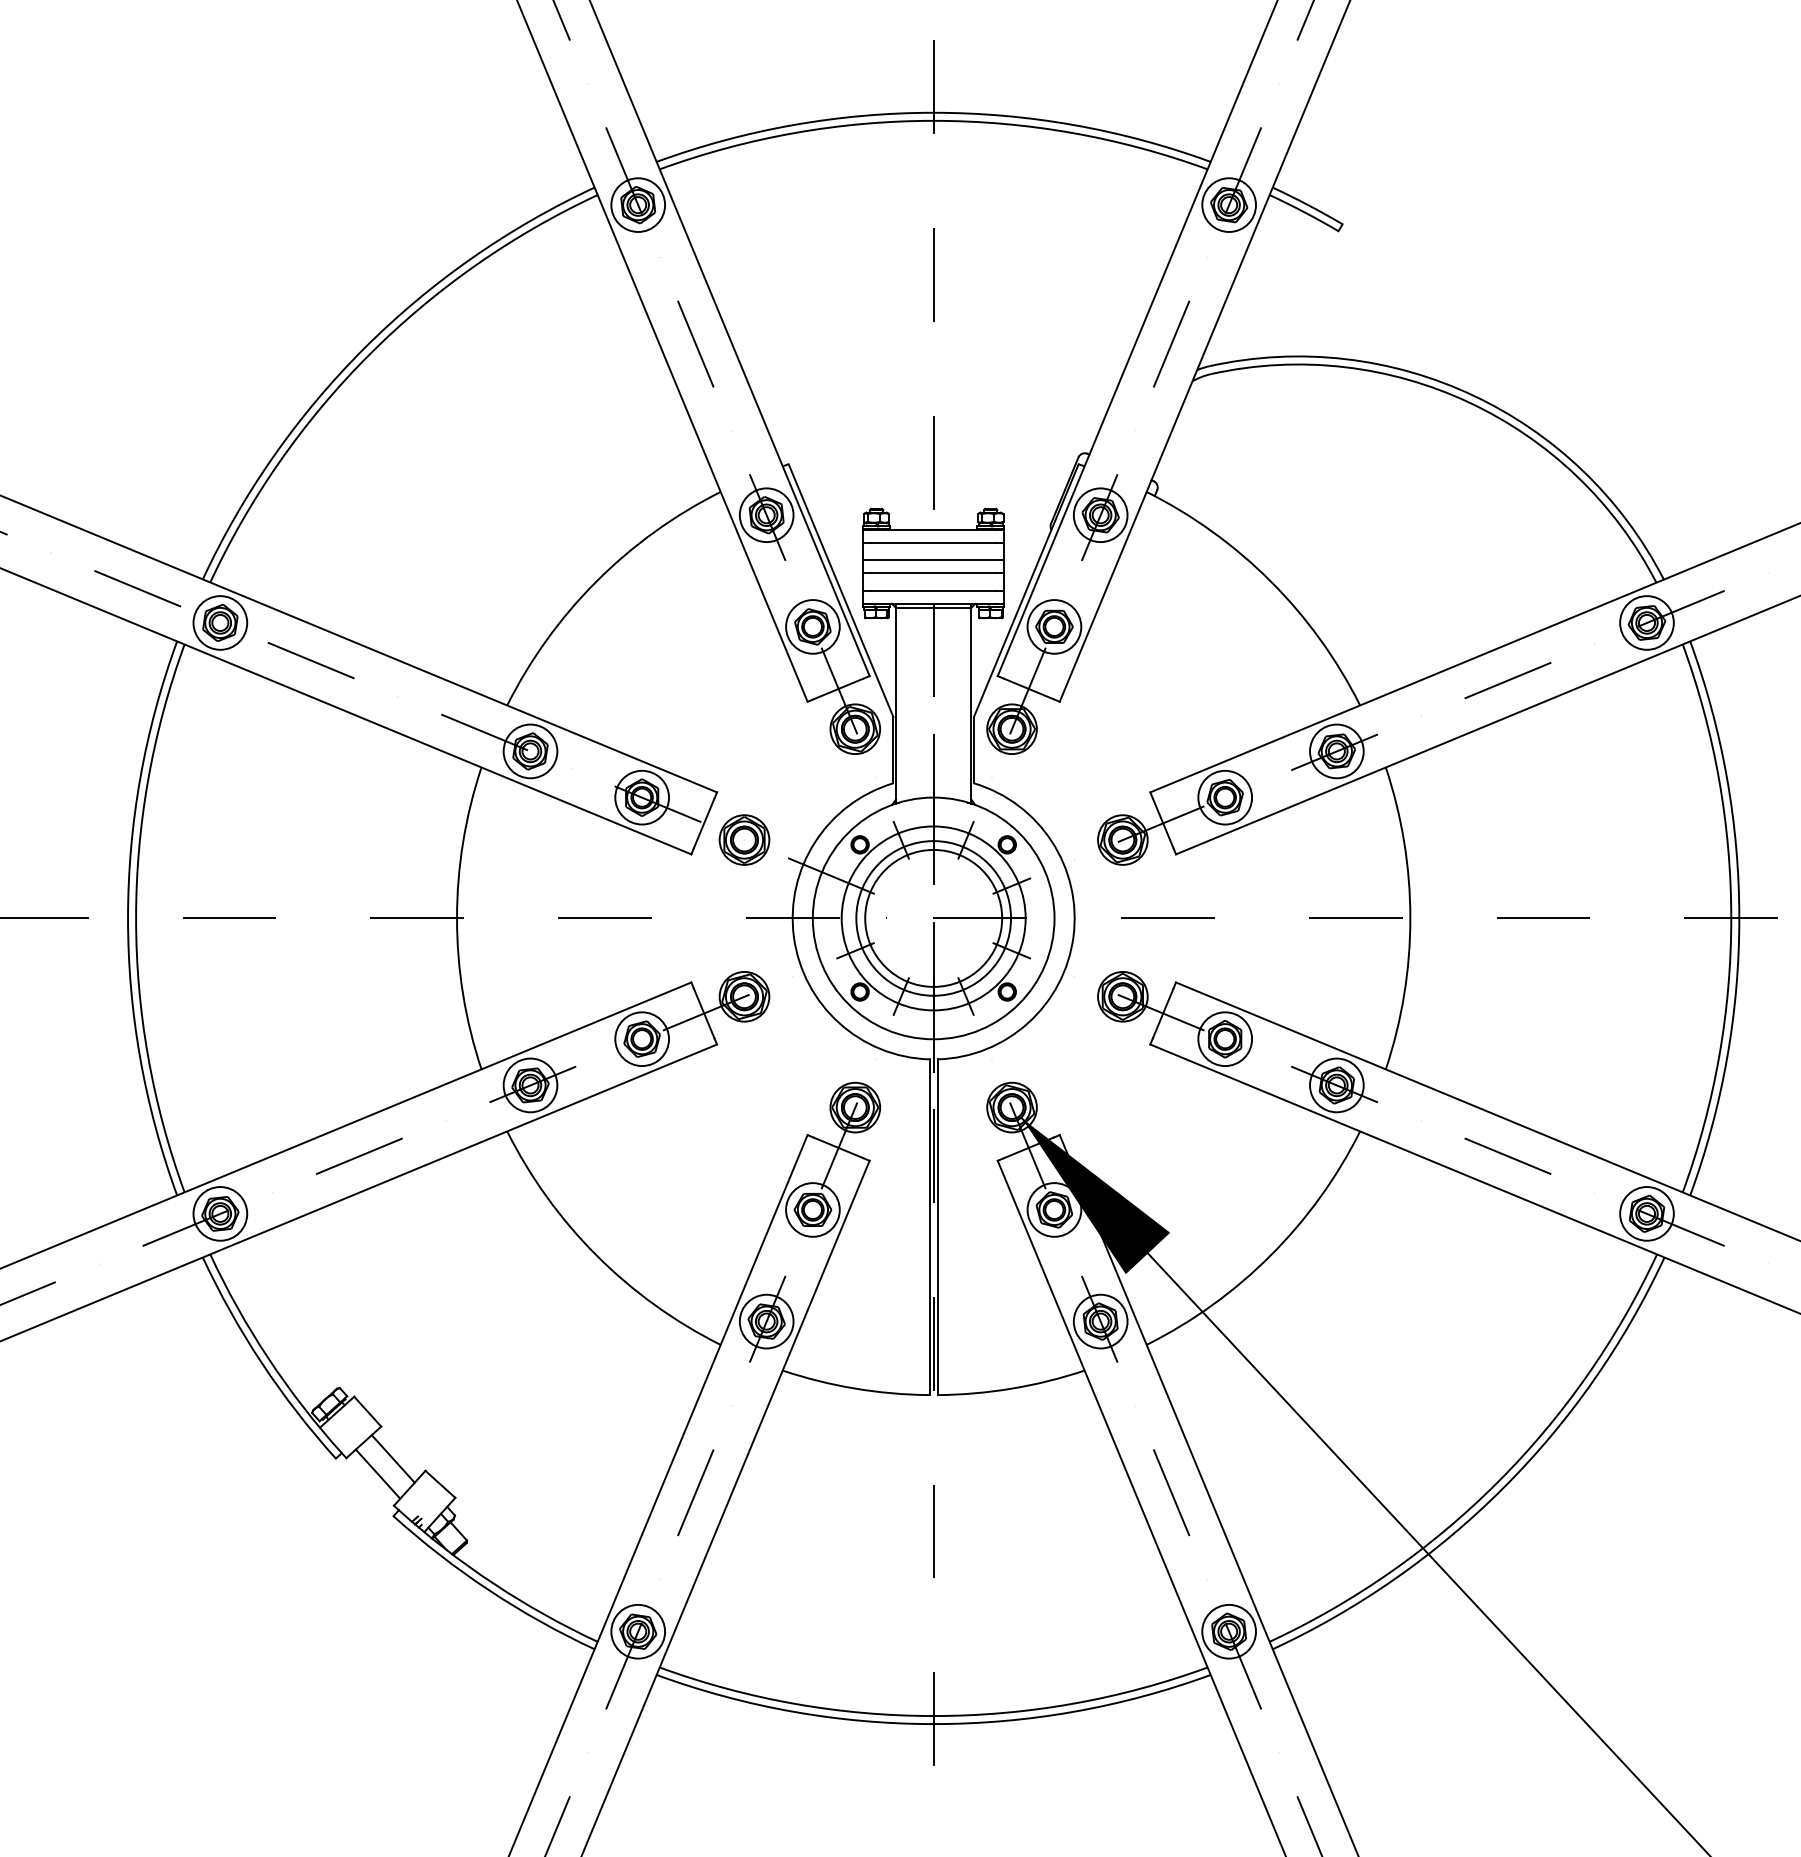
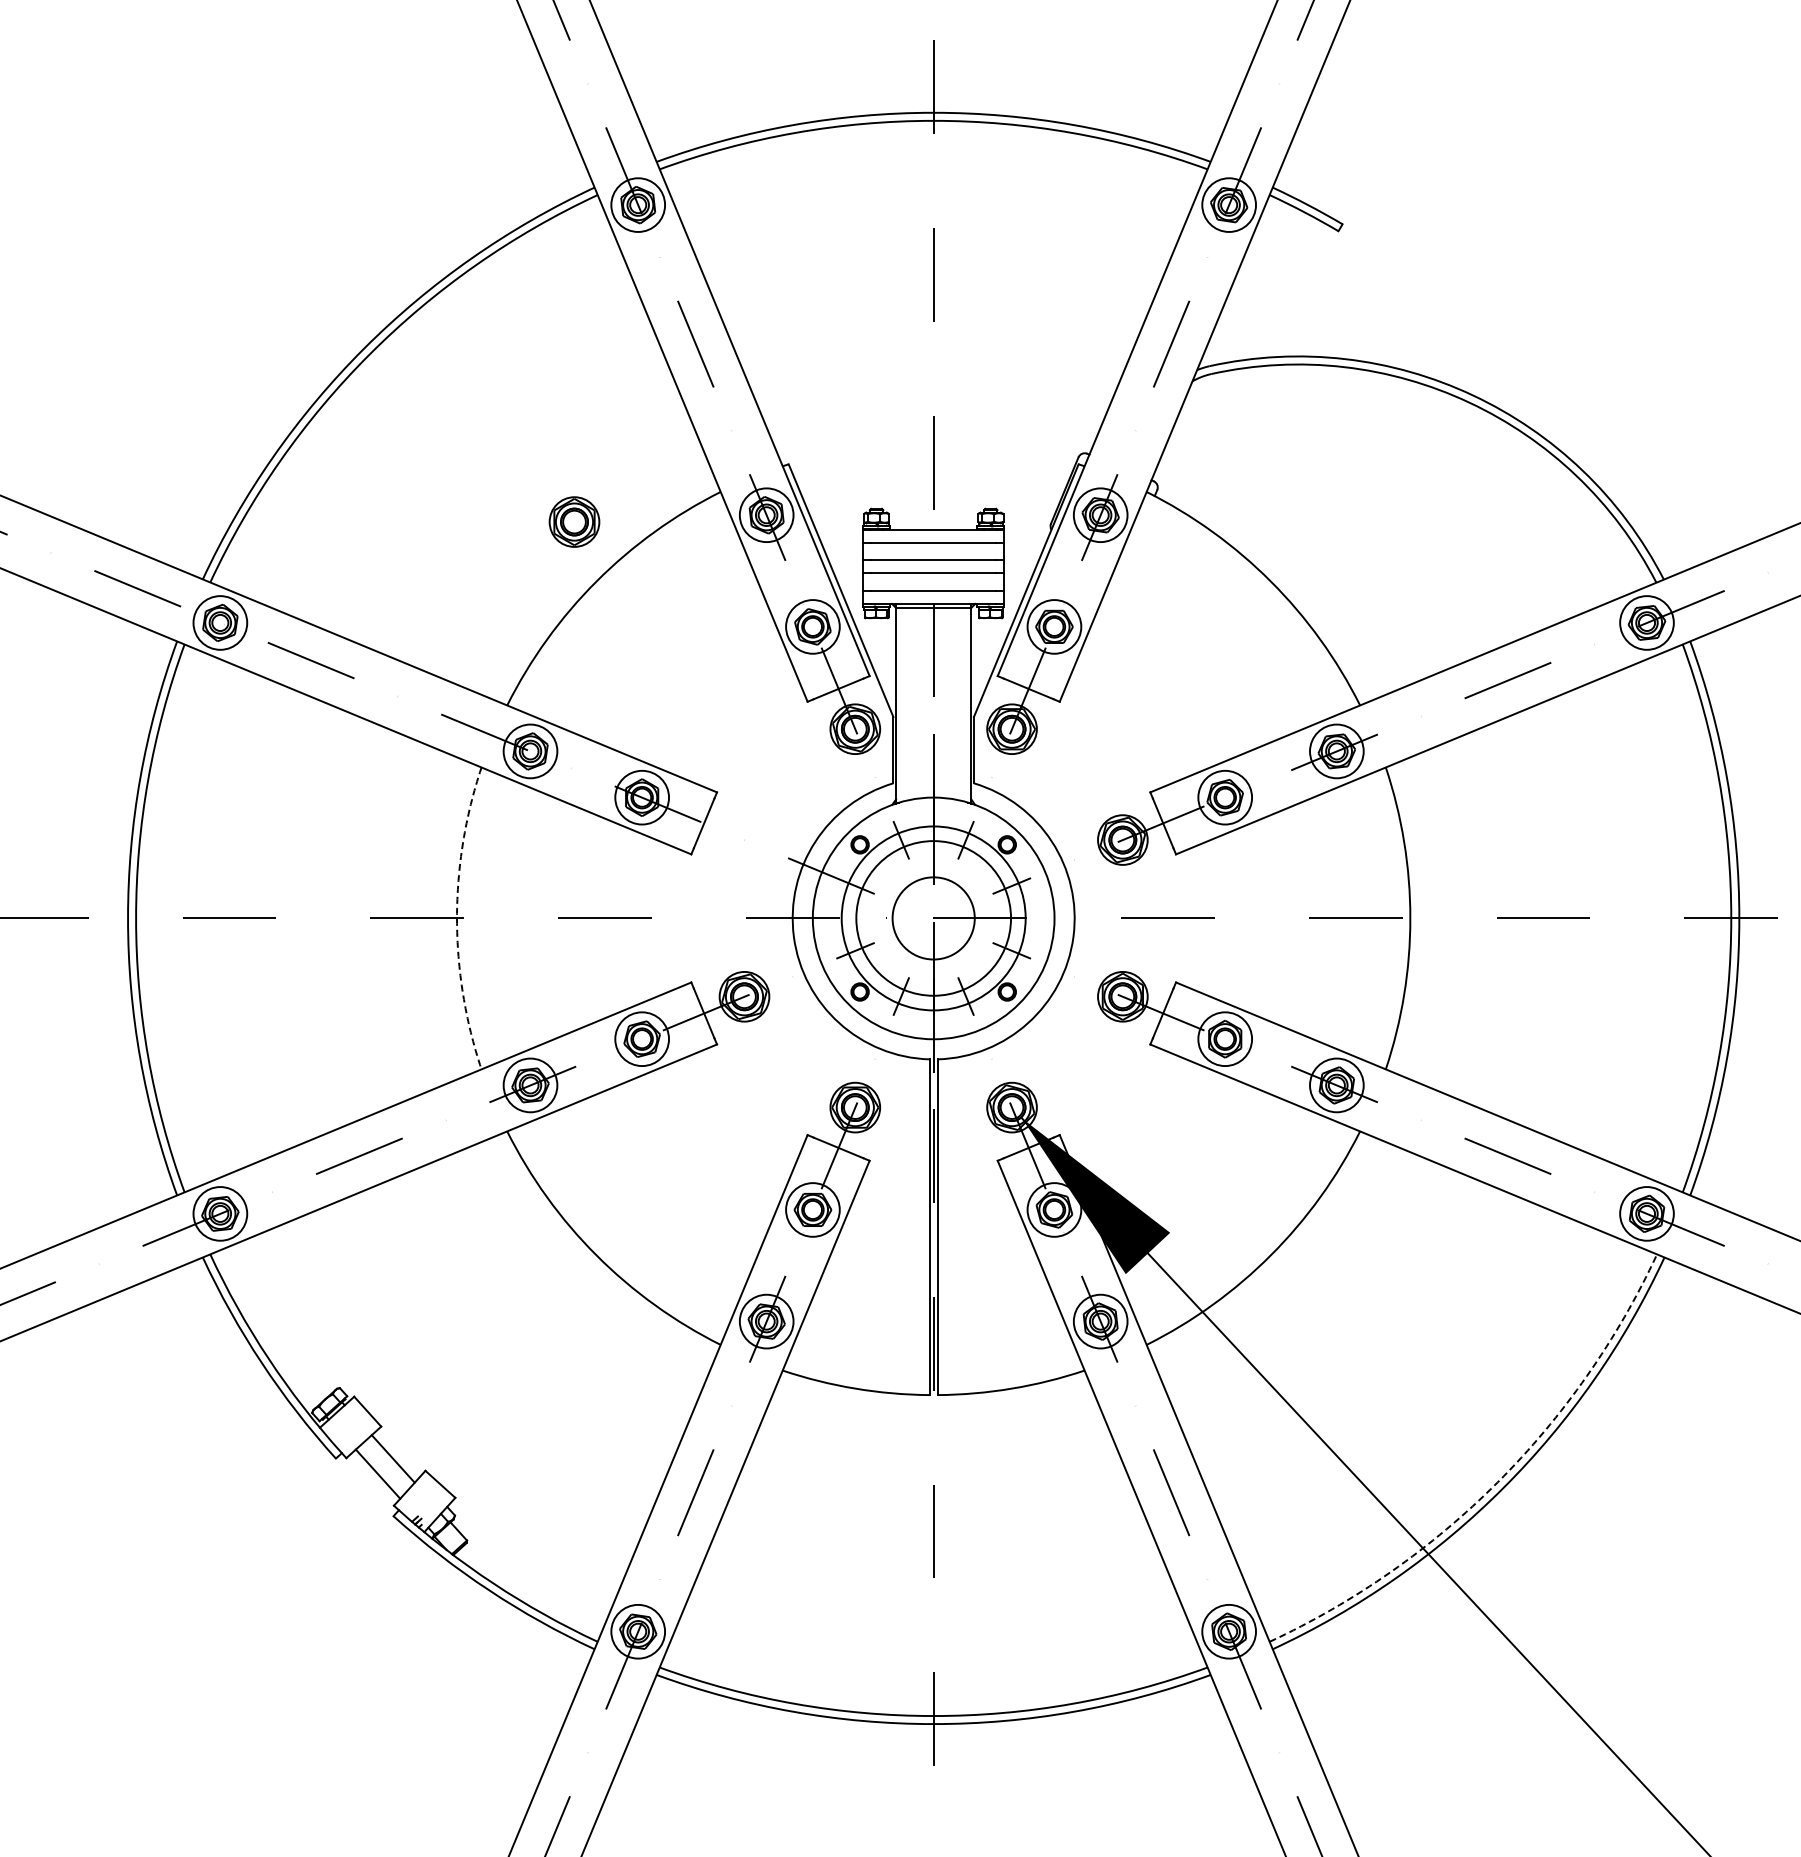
part at (744, 839) position: (744, 839) -> (574, 521)
circle at (933, 917) diameter: 137 px -> 82 px
arc at (457, 918): solid -> dashed
arc at (1497, 1482): solid -> dashed
